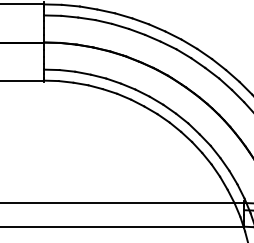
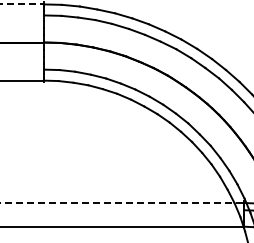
line at (22, 4): solid -> dashed
line at (122, 203): solid -> dashed
